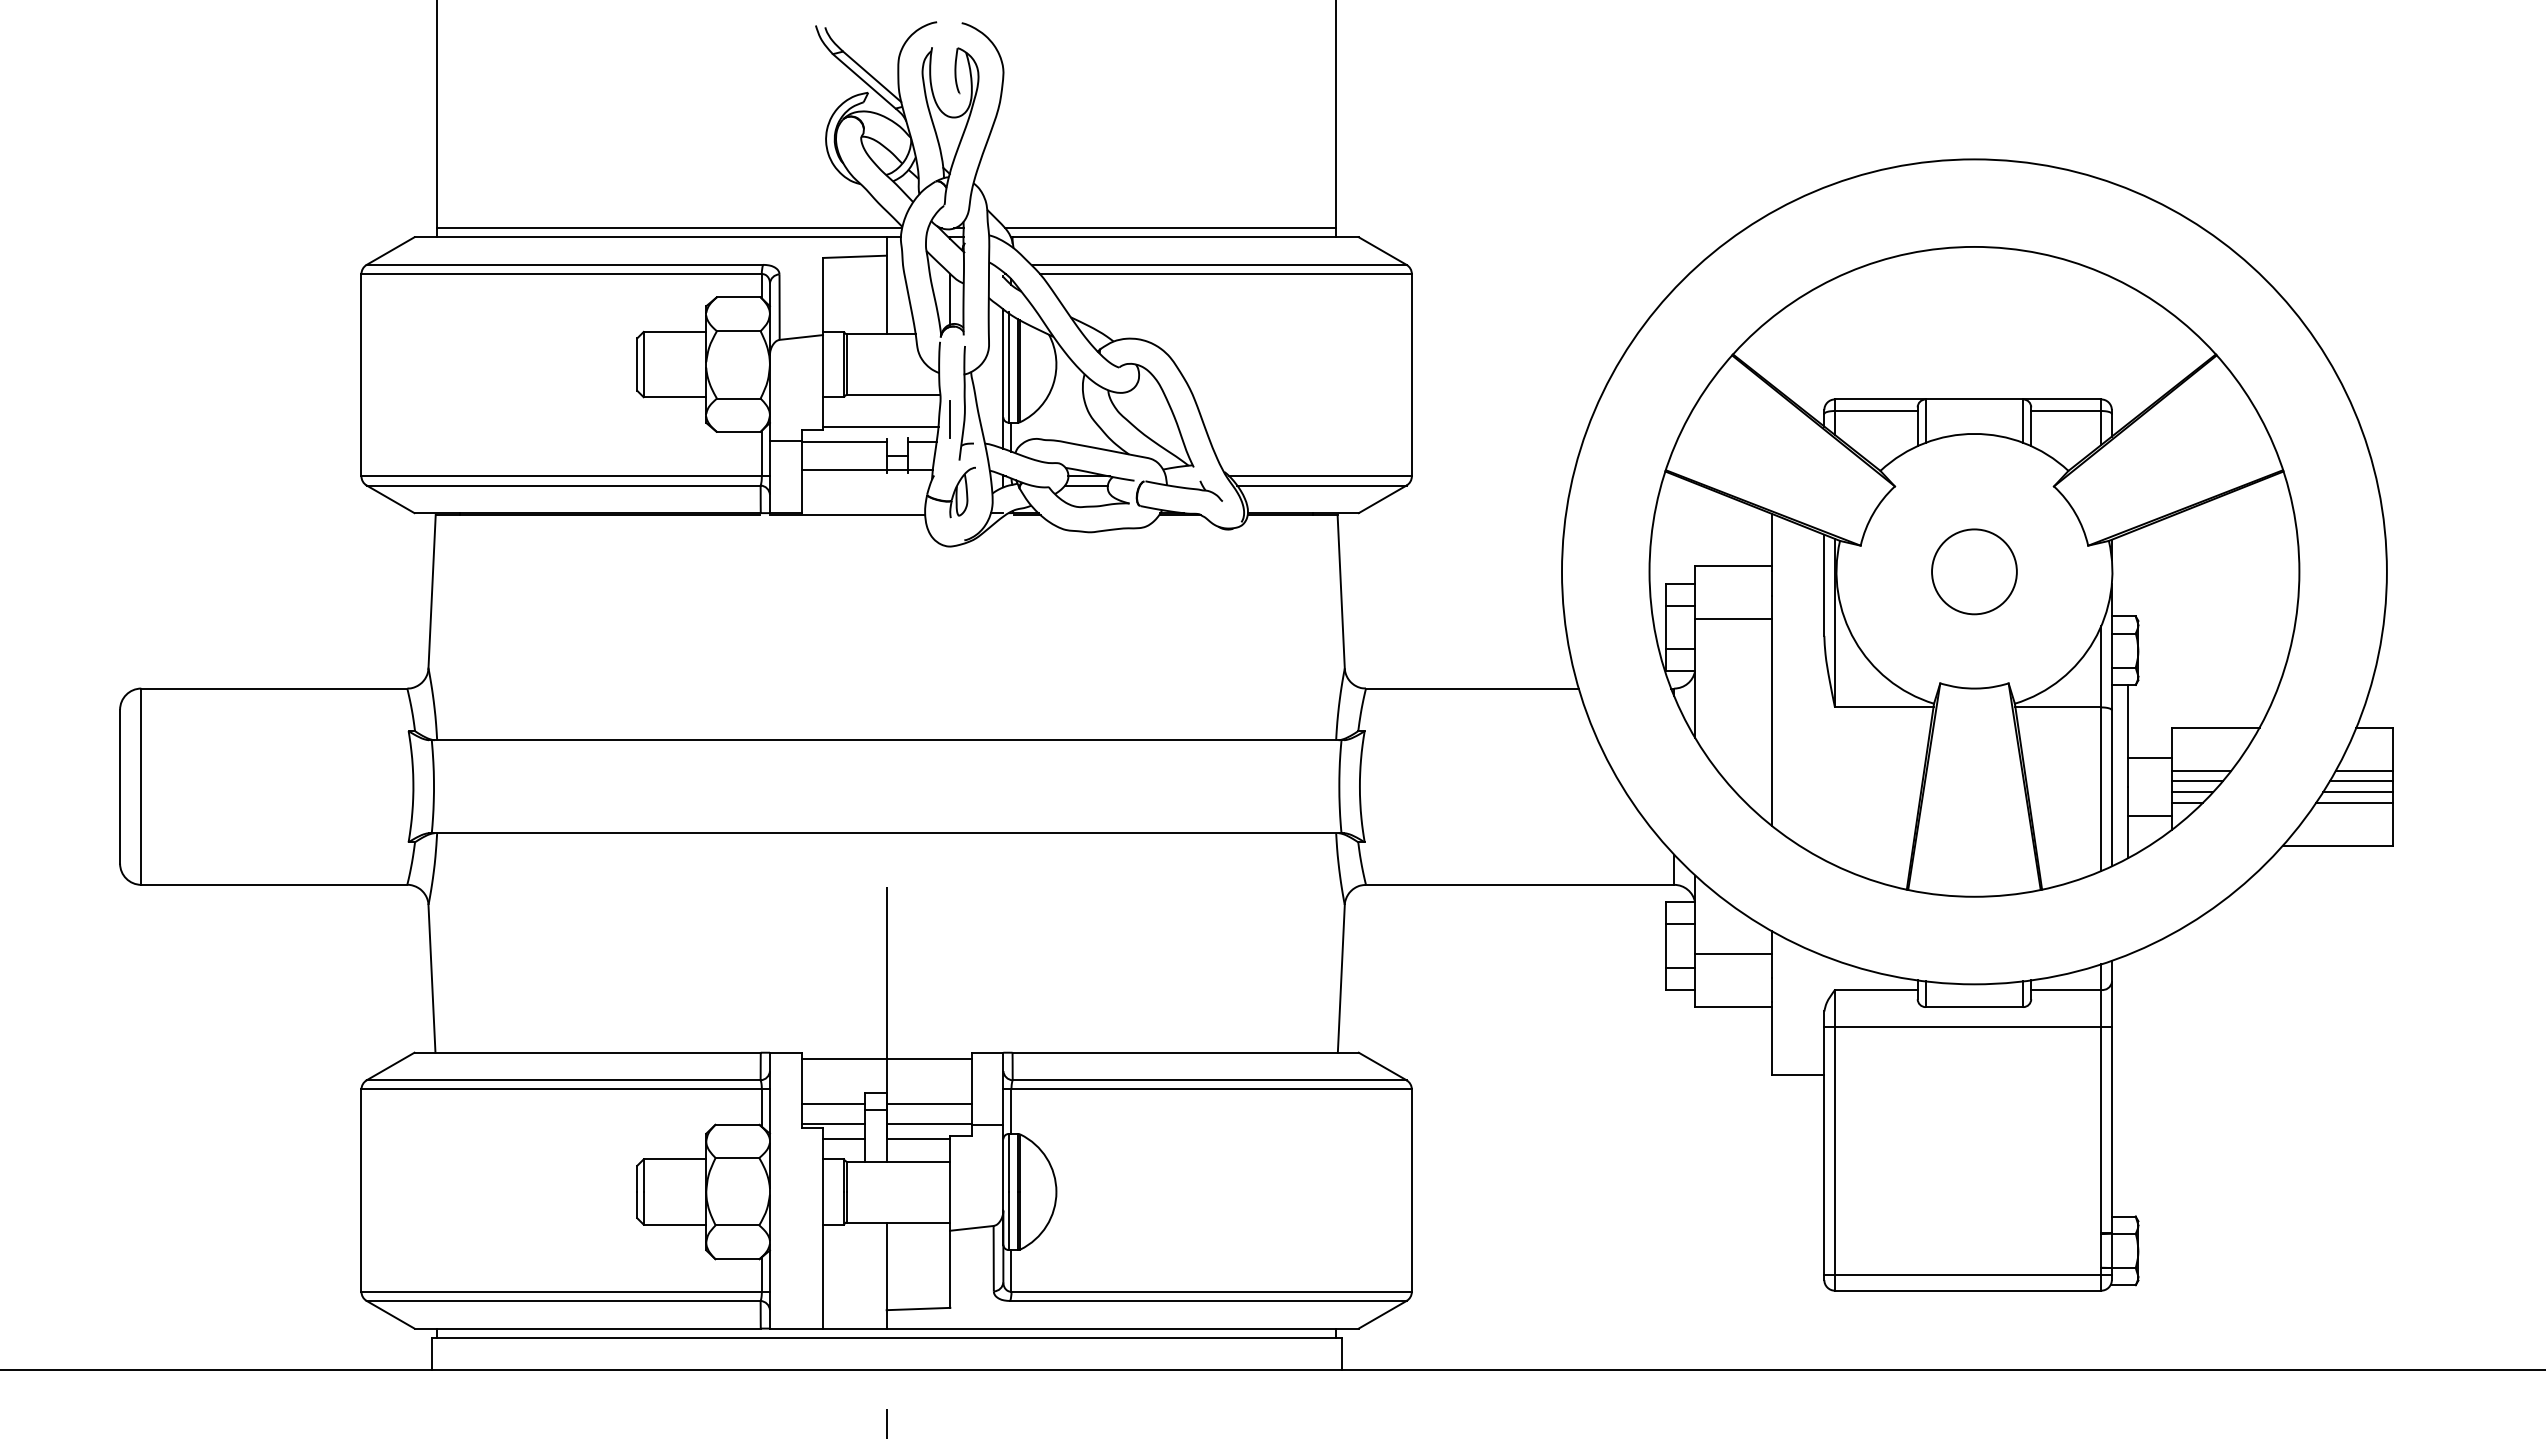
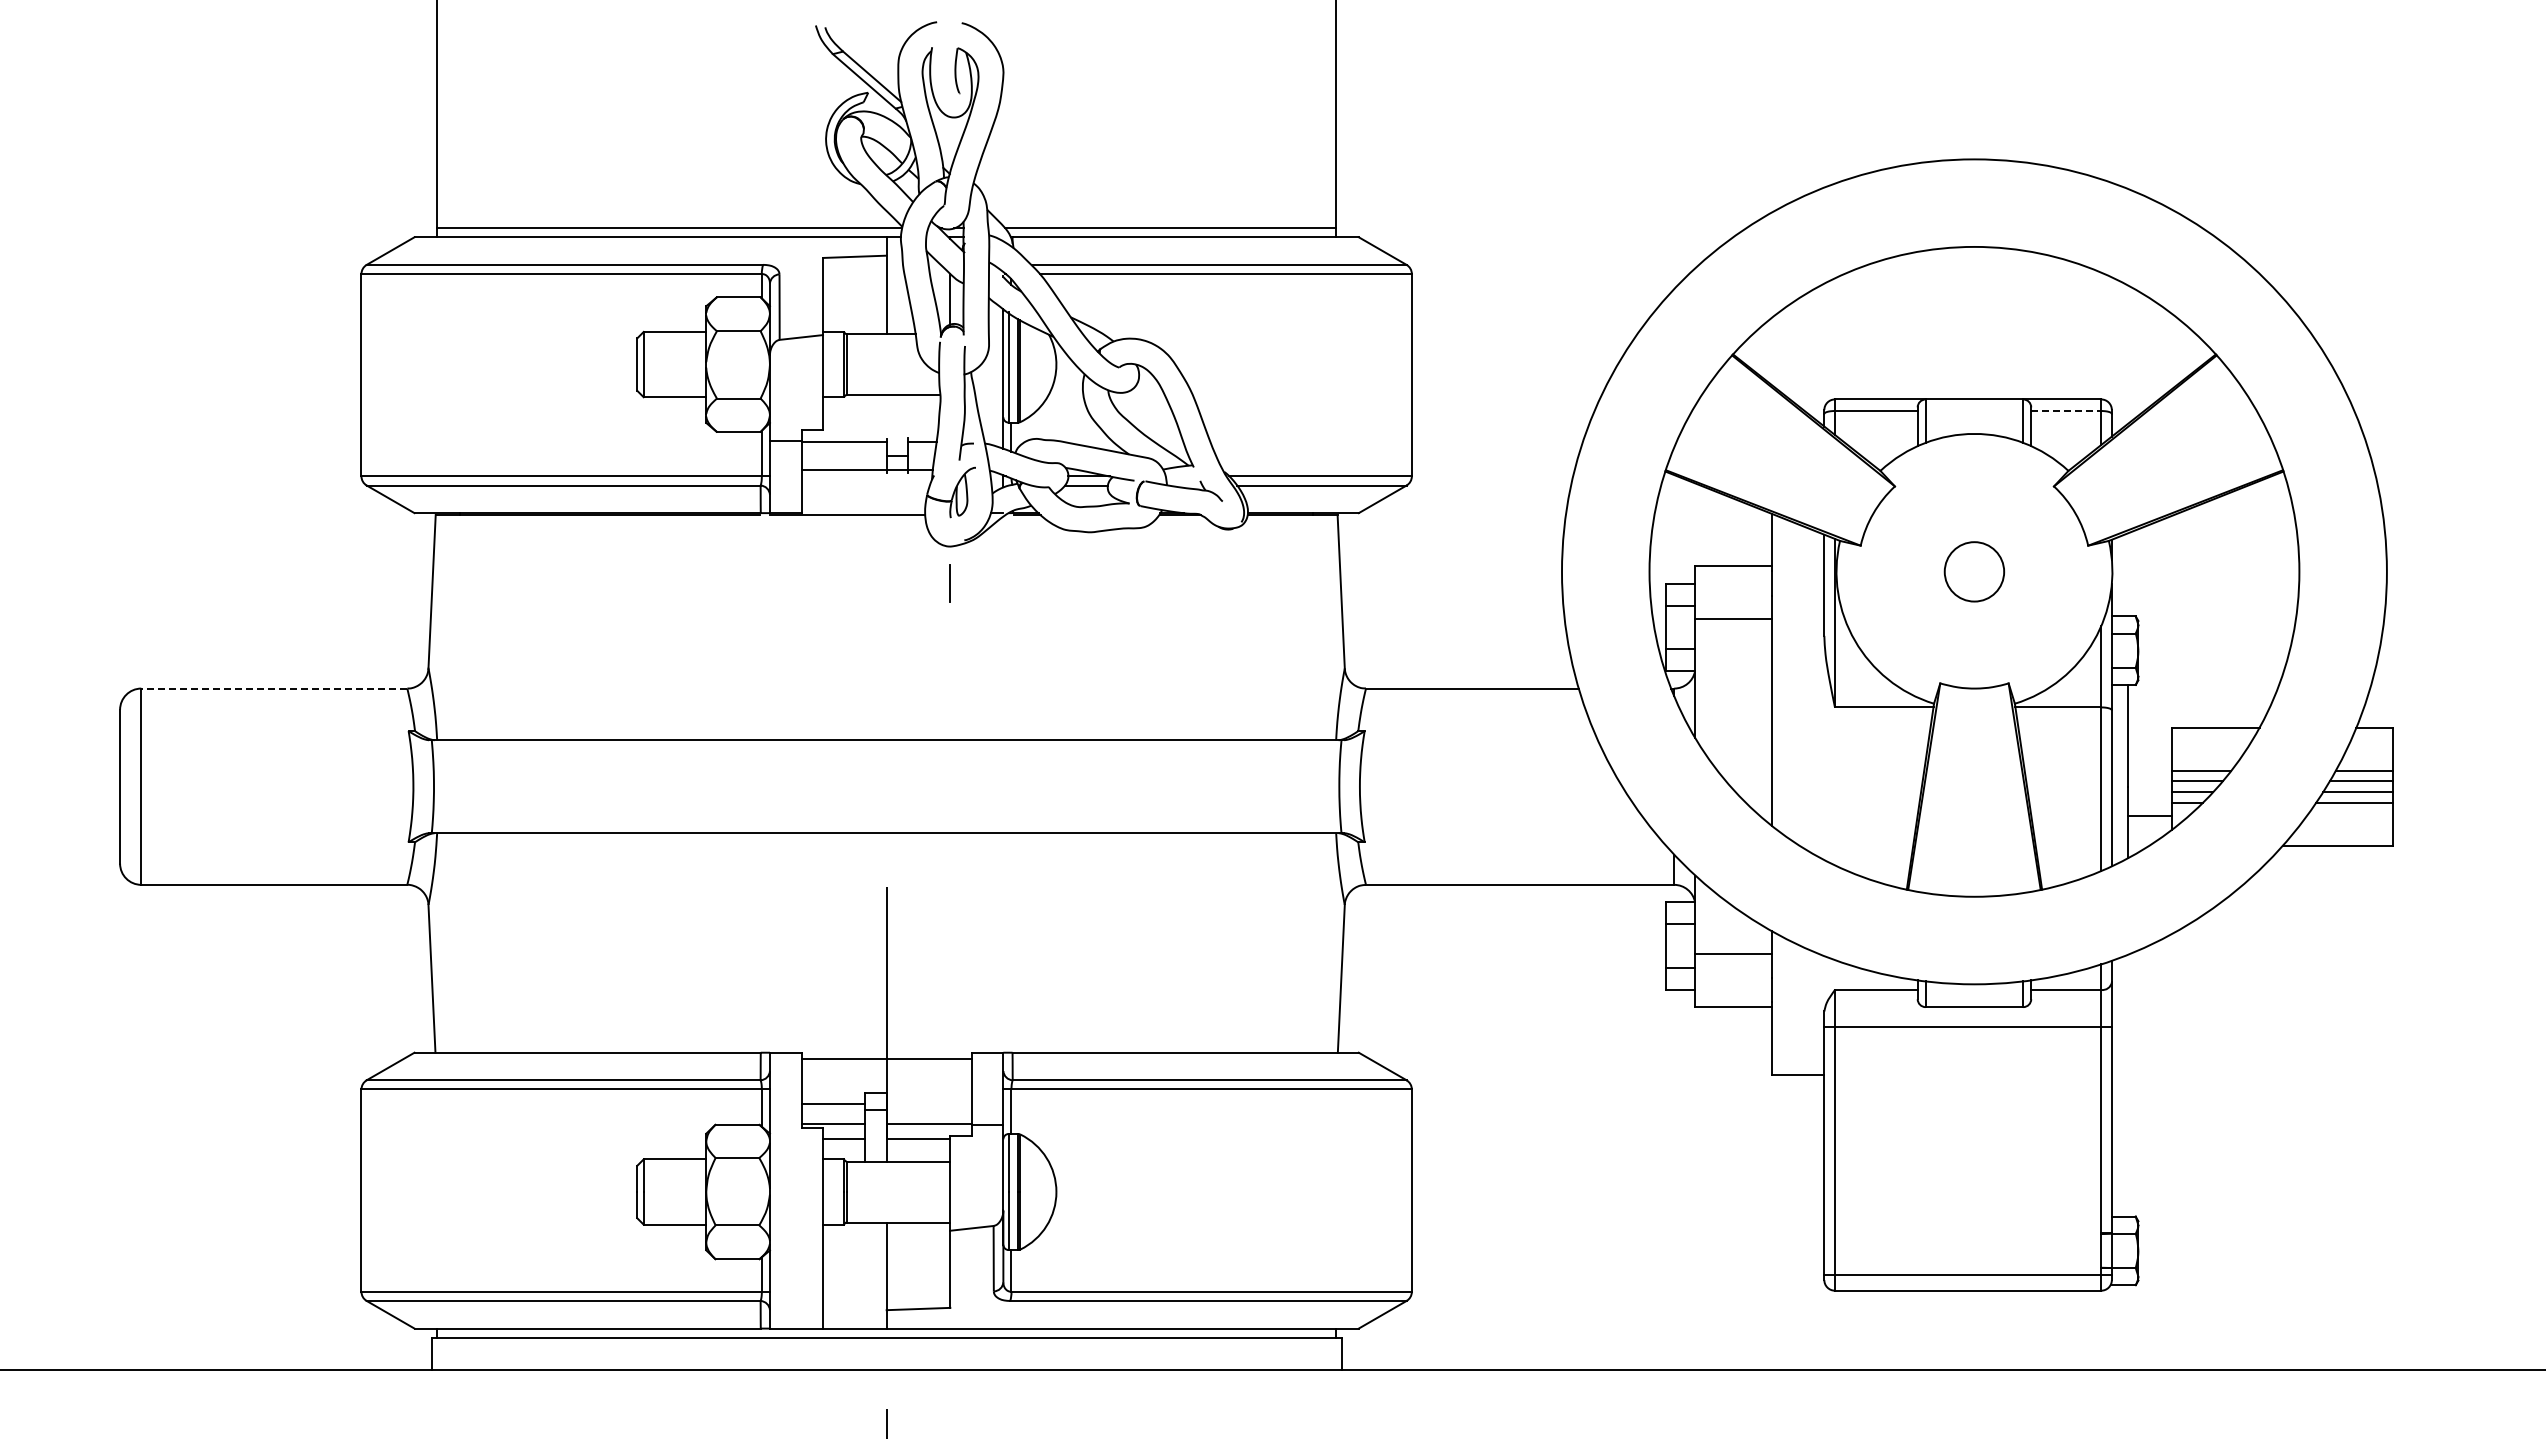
line at (2066, 410): solid -> dashed
line at (949, 419) position: (949, 419) -> (949, 583)
line at (880, 426): present -> none
circle at (1974, 571) diameter: 85 px -> 59 px
line at (273, 688): solid -> dashed
line at (2149, 757): present -> none
line at (928, 1103): present -> none
